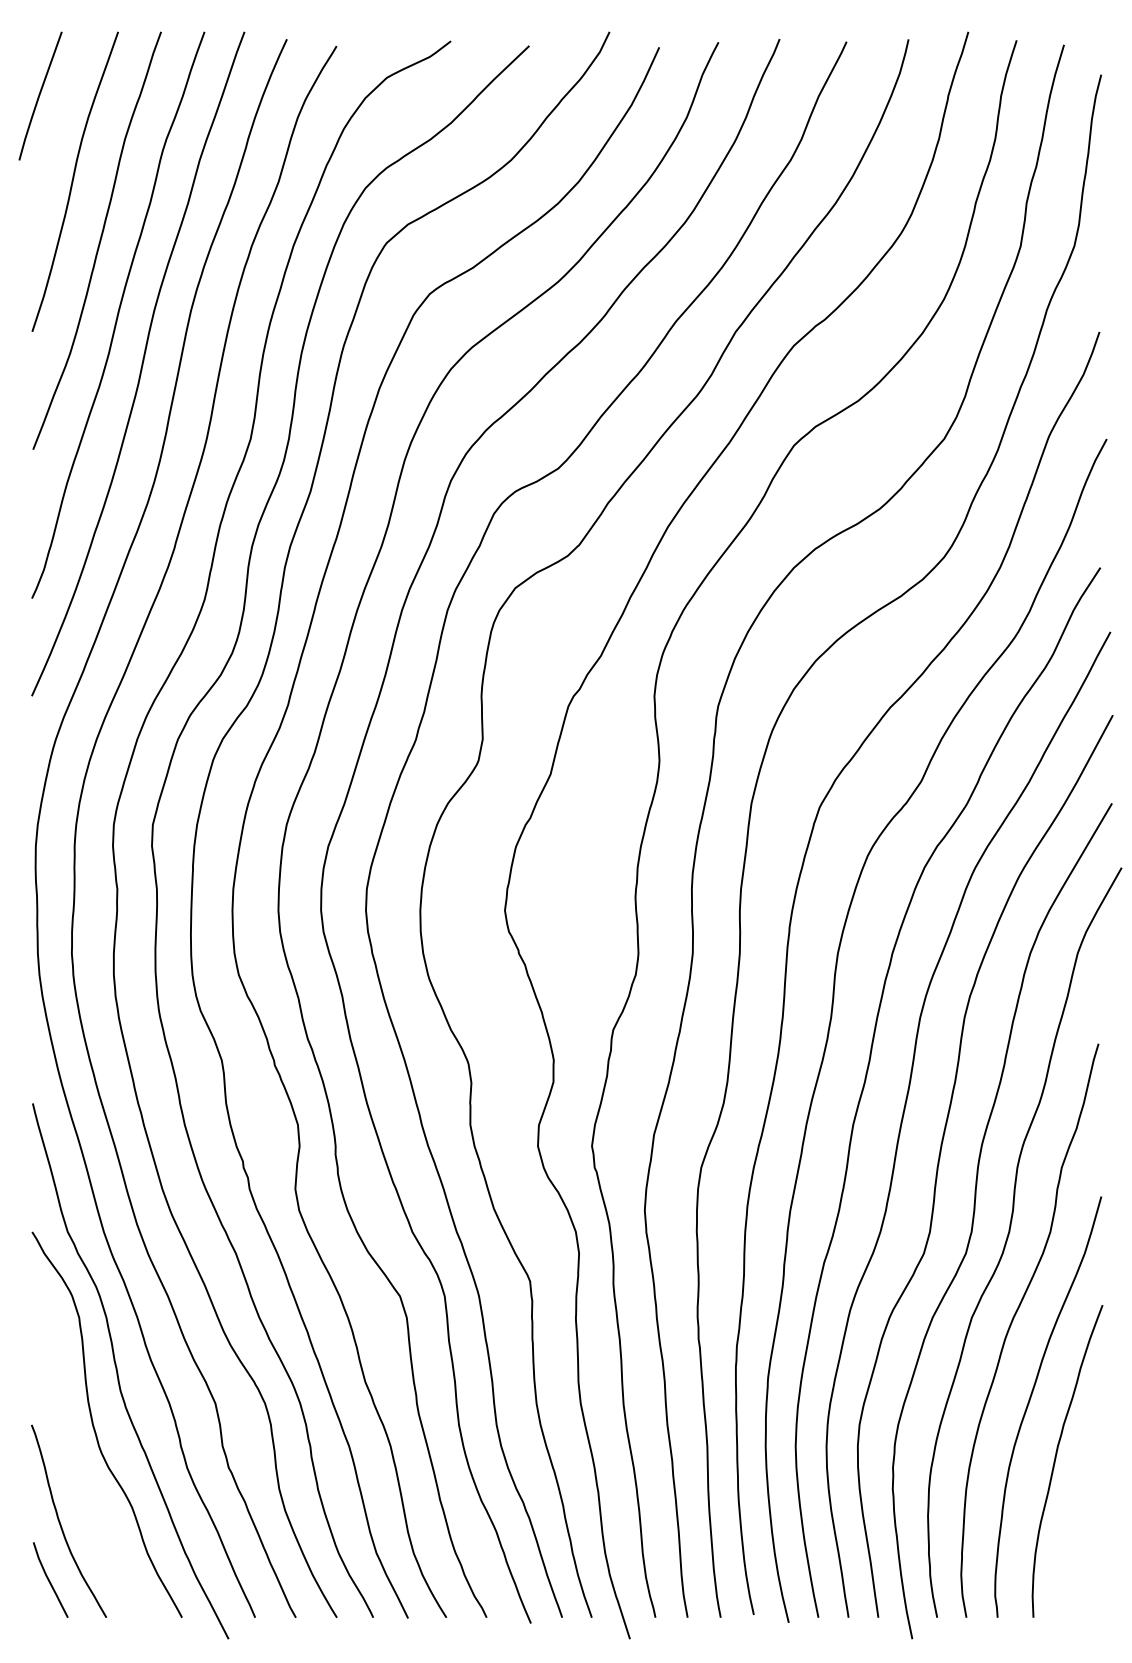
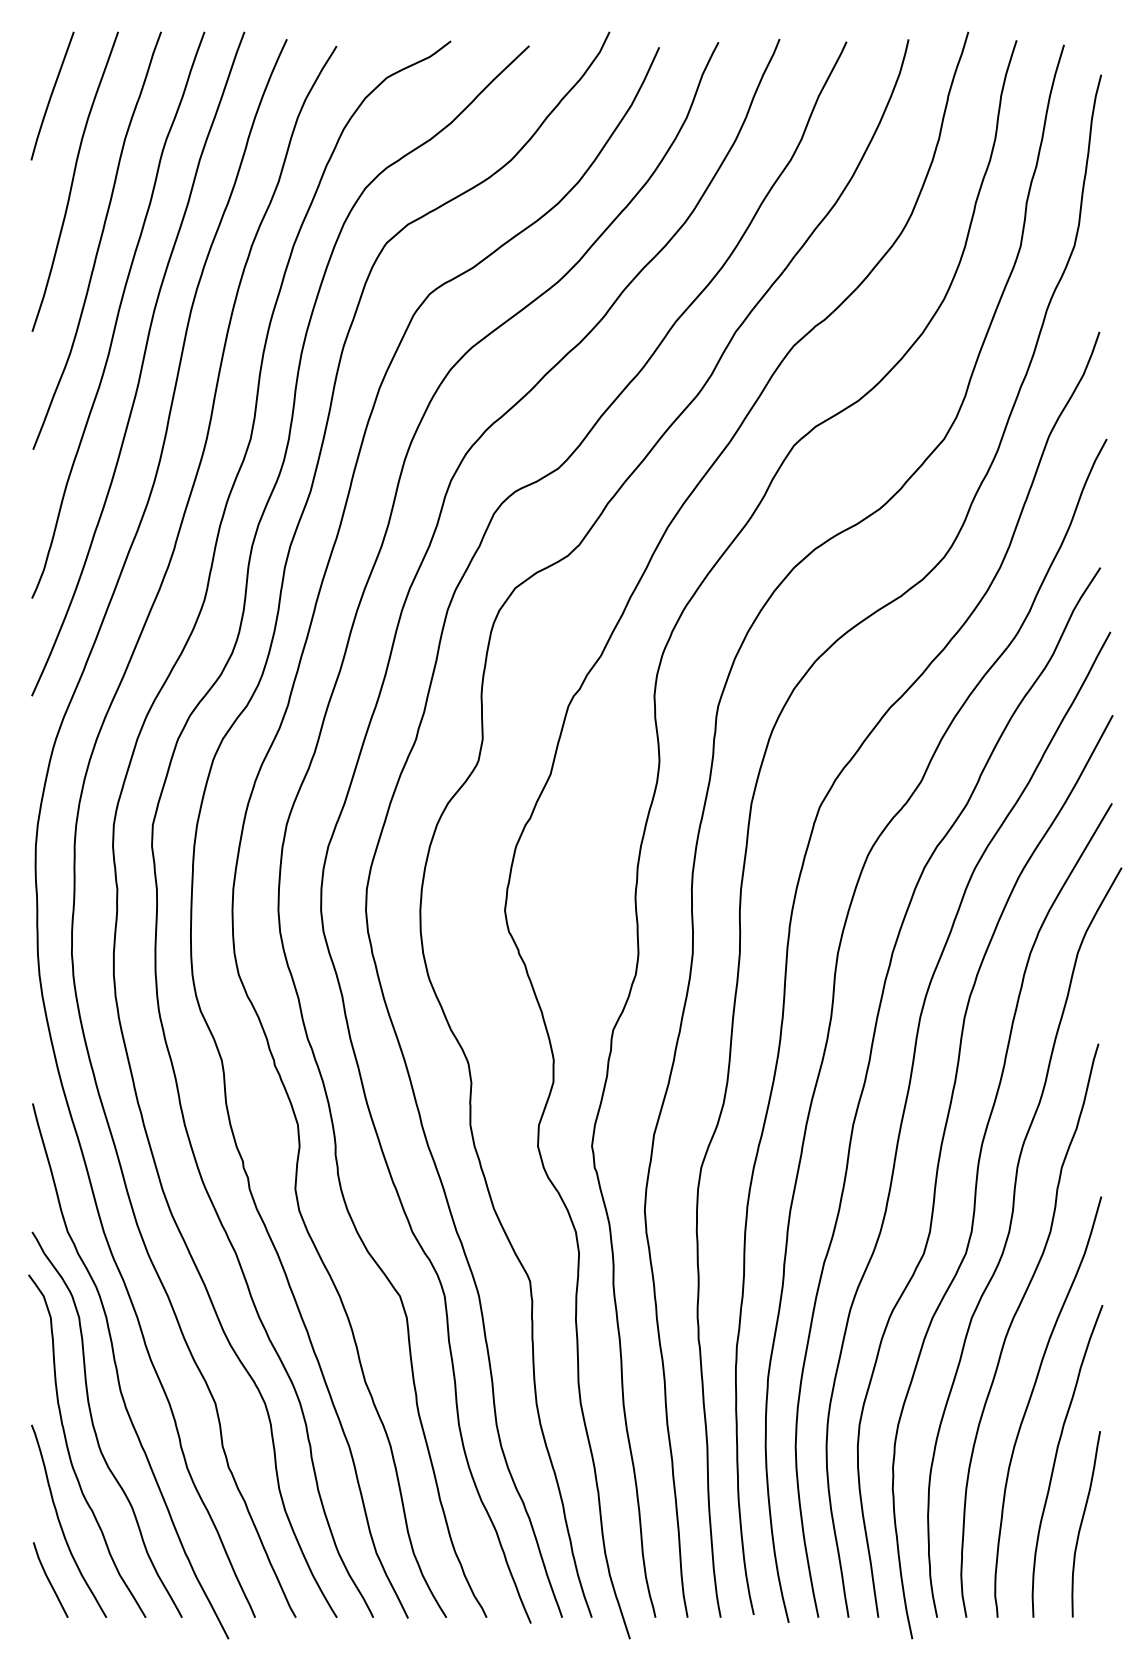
curve at (40, 95) position: (40, 95) -> (52, 95)
curve at (69, 1450): none -> present
curve at (1082, 1523): none -> present
